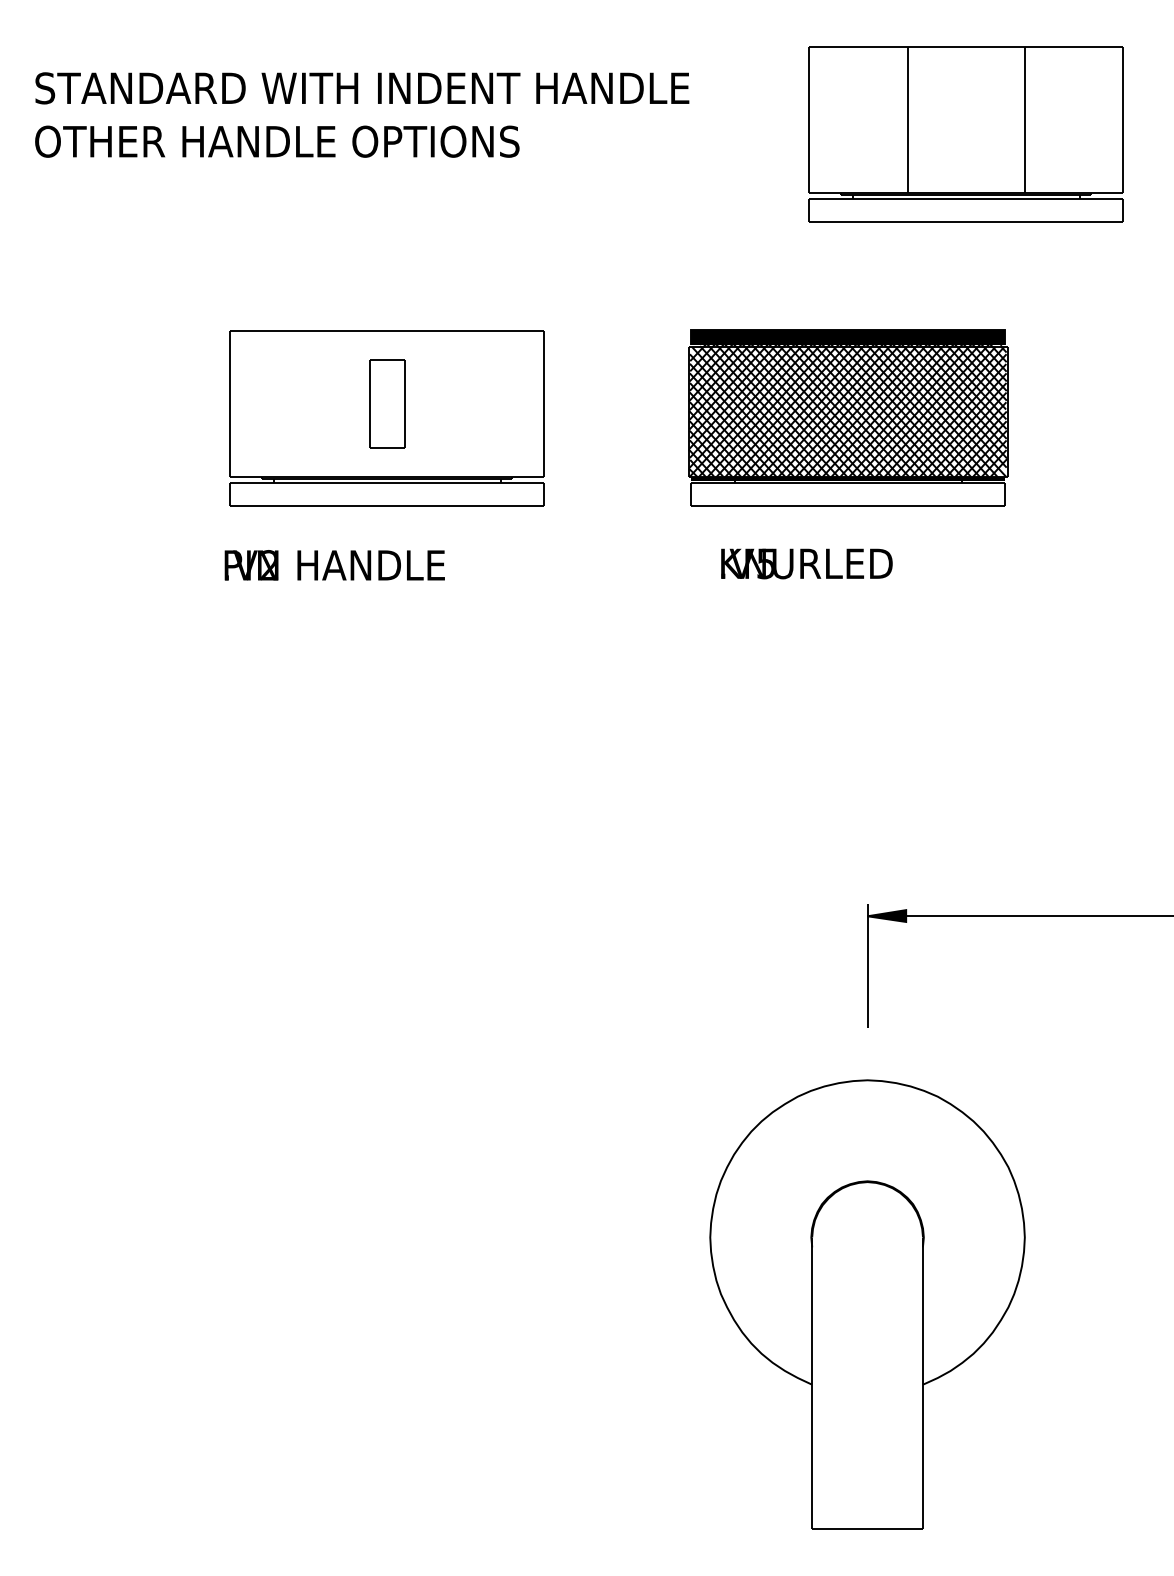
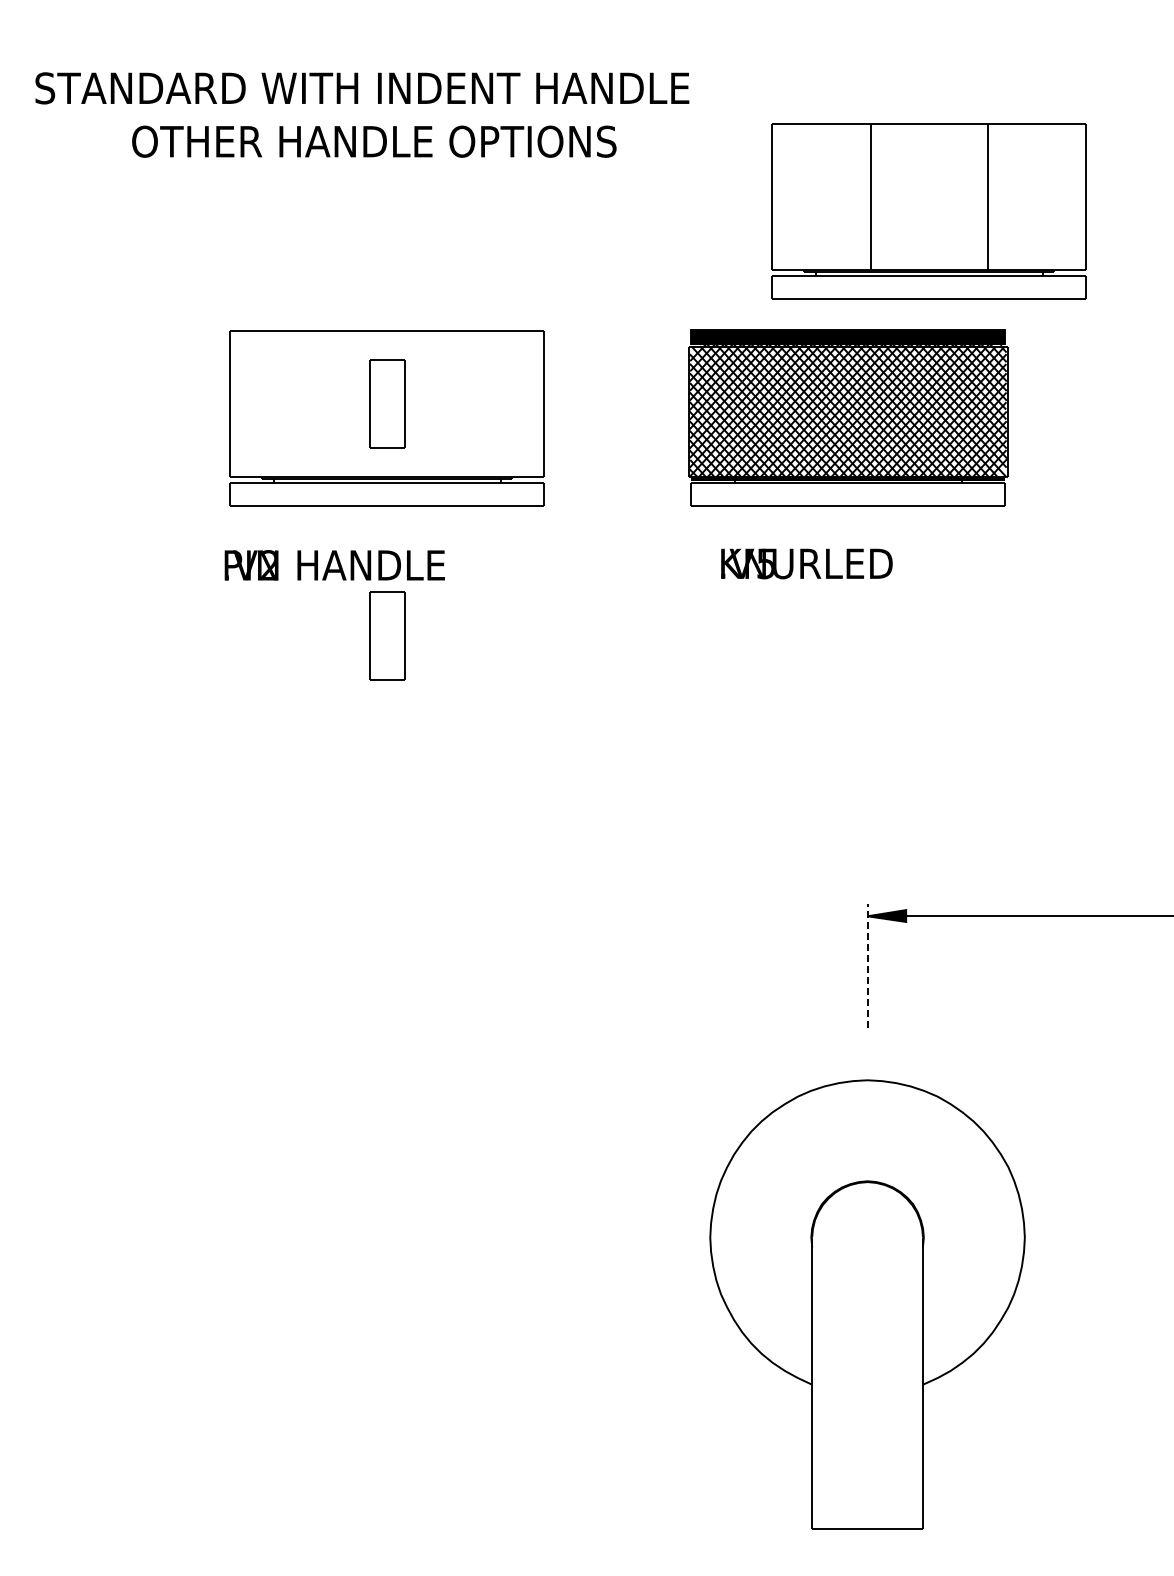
part at (965, 134) position: (965, 134) -> (928, 211)
text at (277, 141) position: (277, 141) -> (374, 141)
part at (387, 635): none -> present
line at (867, 966): solid -> dashed
